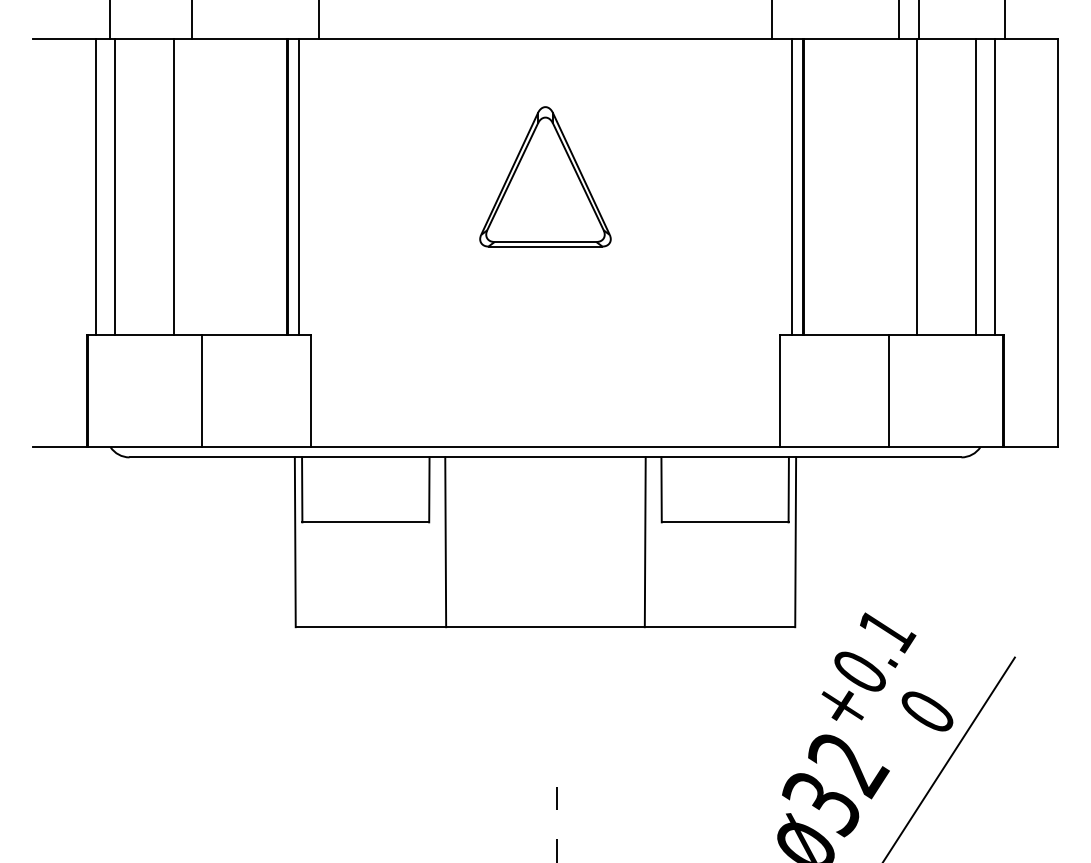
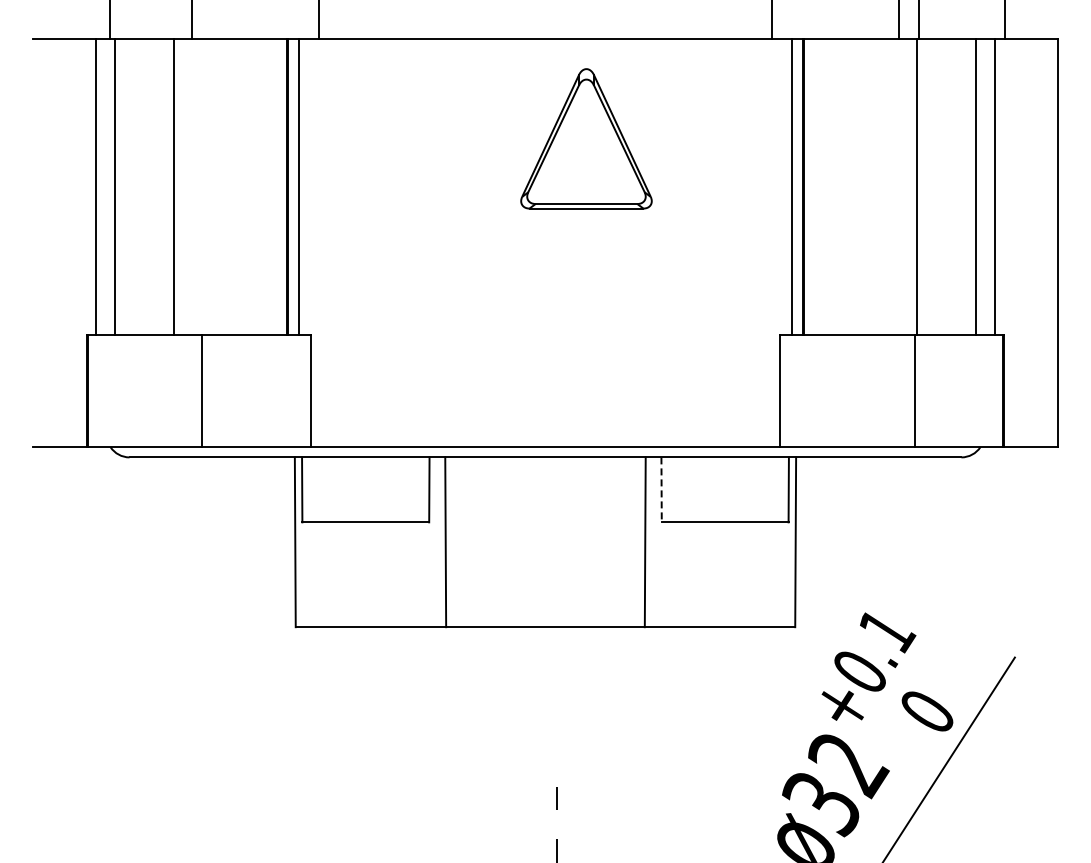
part at (545, 176) position: (545, 176) -> (586, 138)
line at (888, 391) position: (888, 391) -> (914, 391)
line at (661, 490): solid -> dashed
